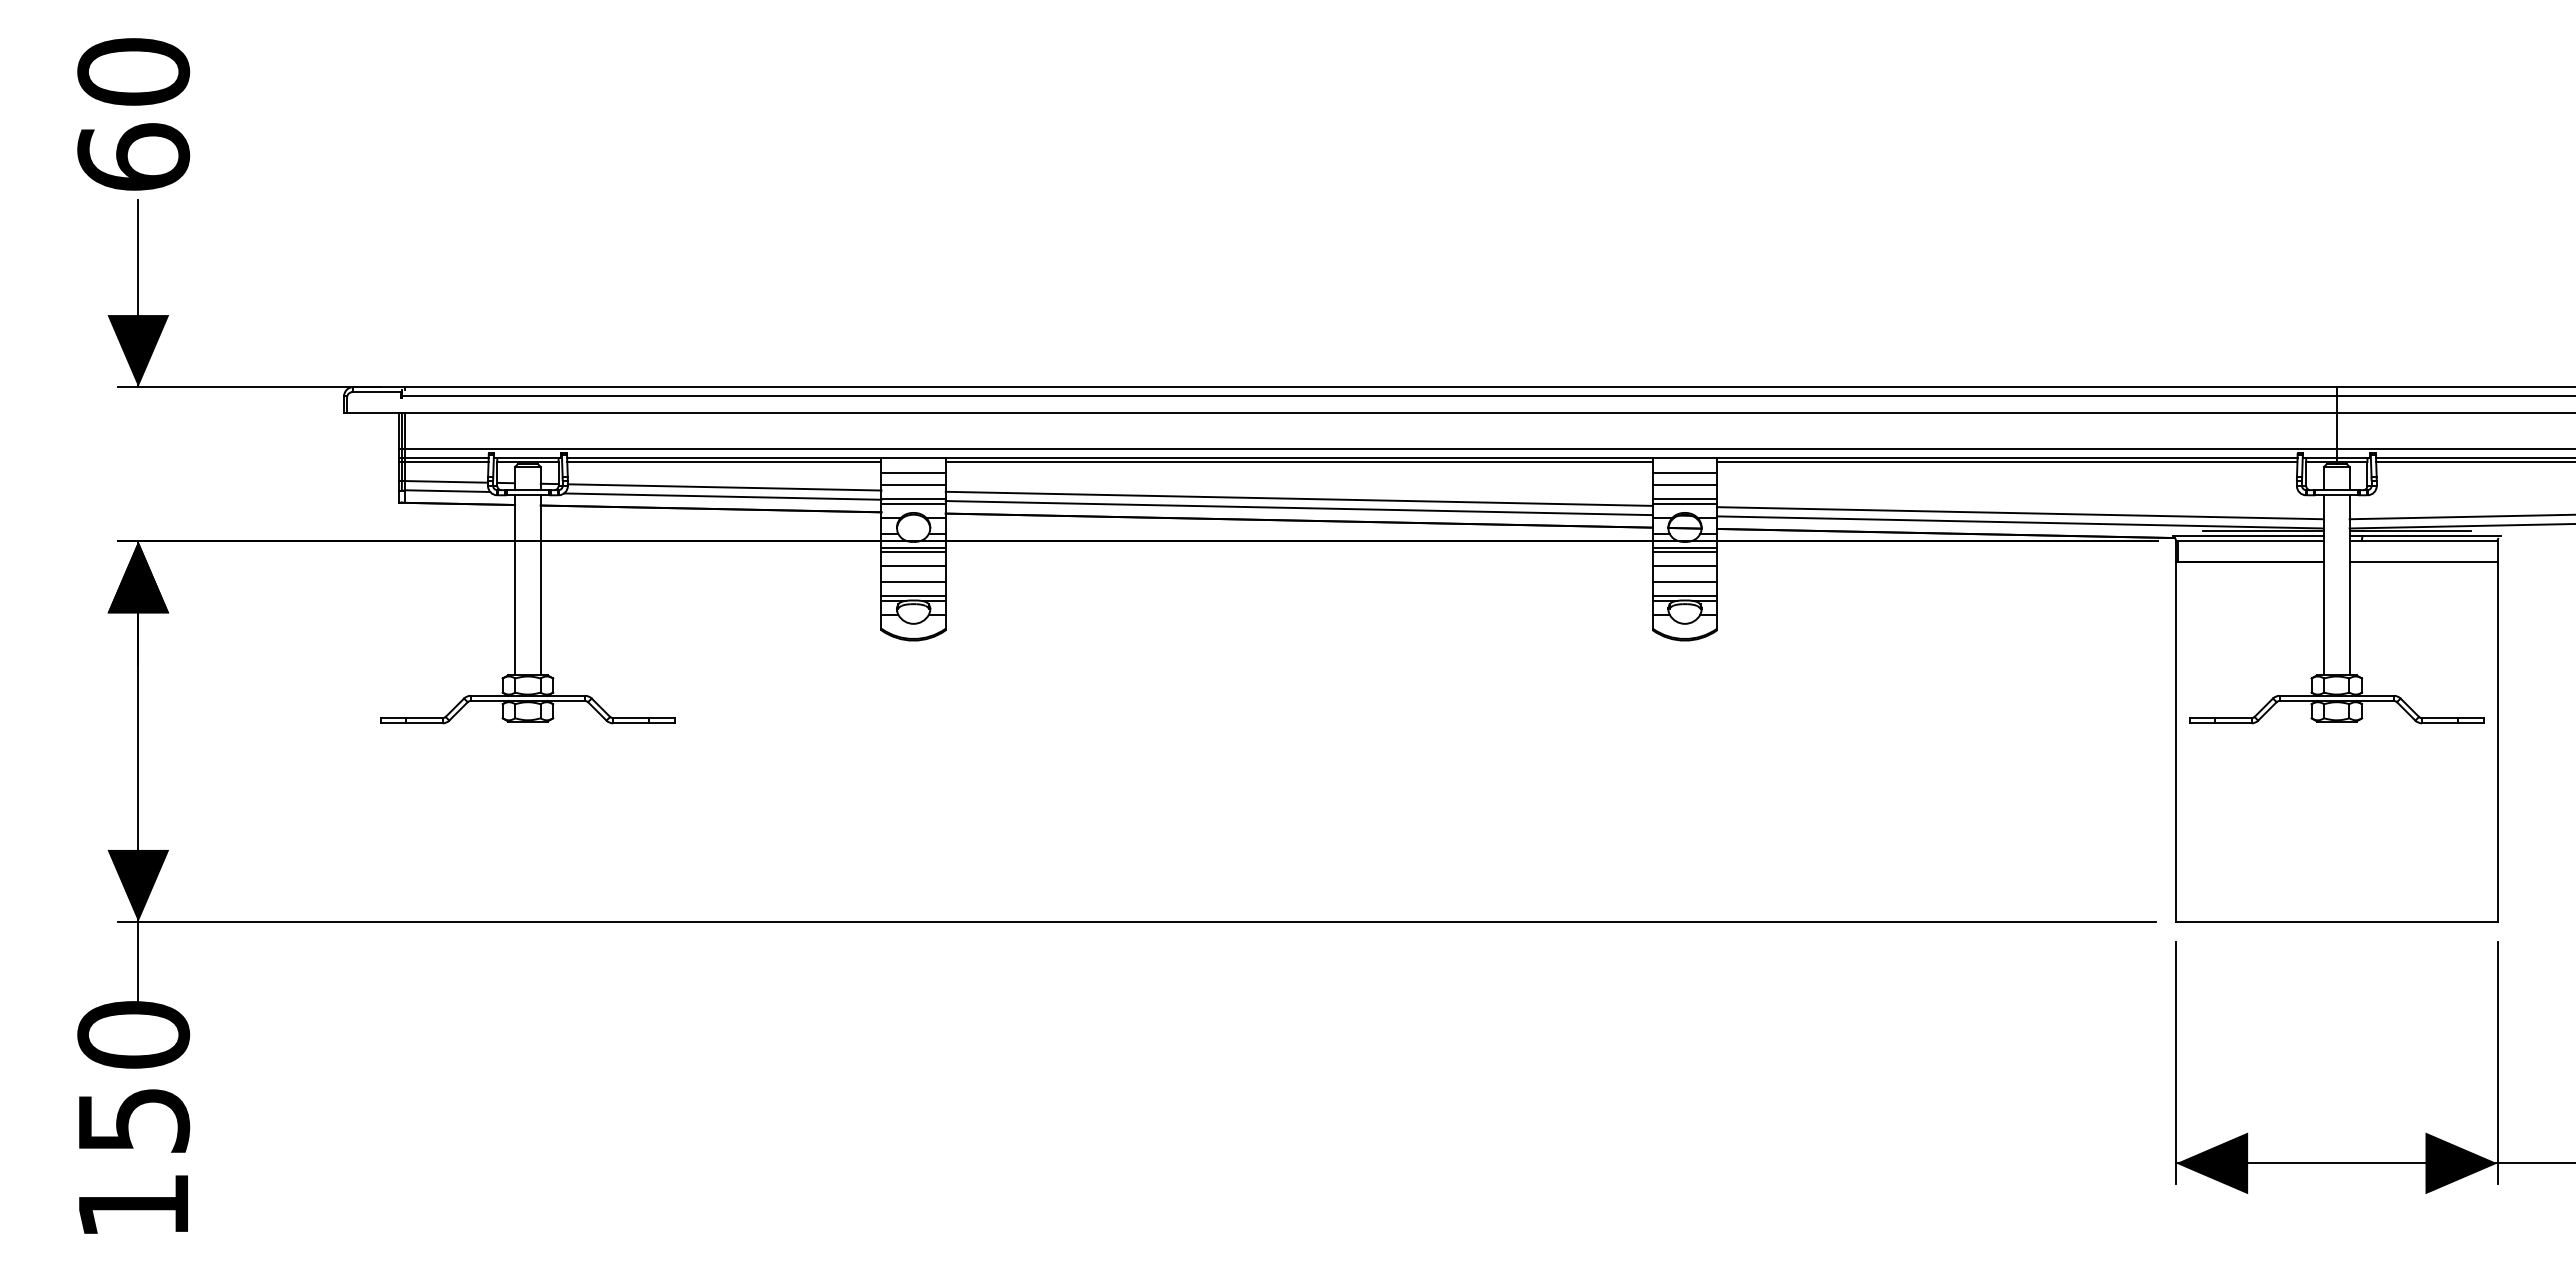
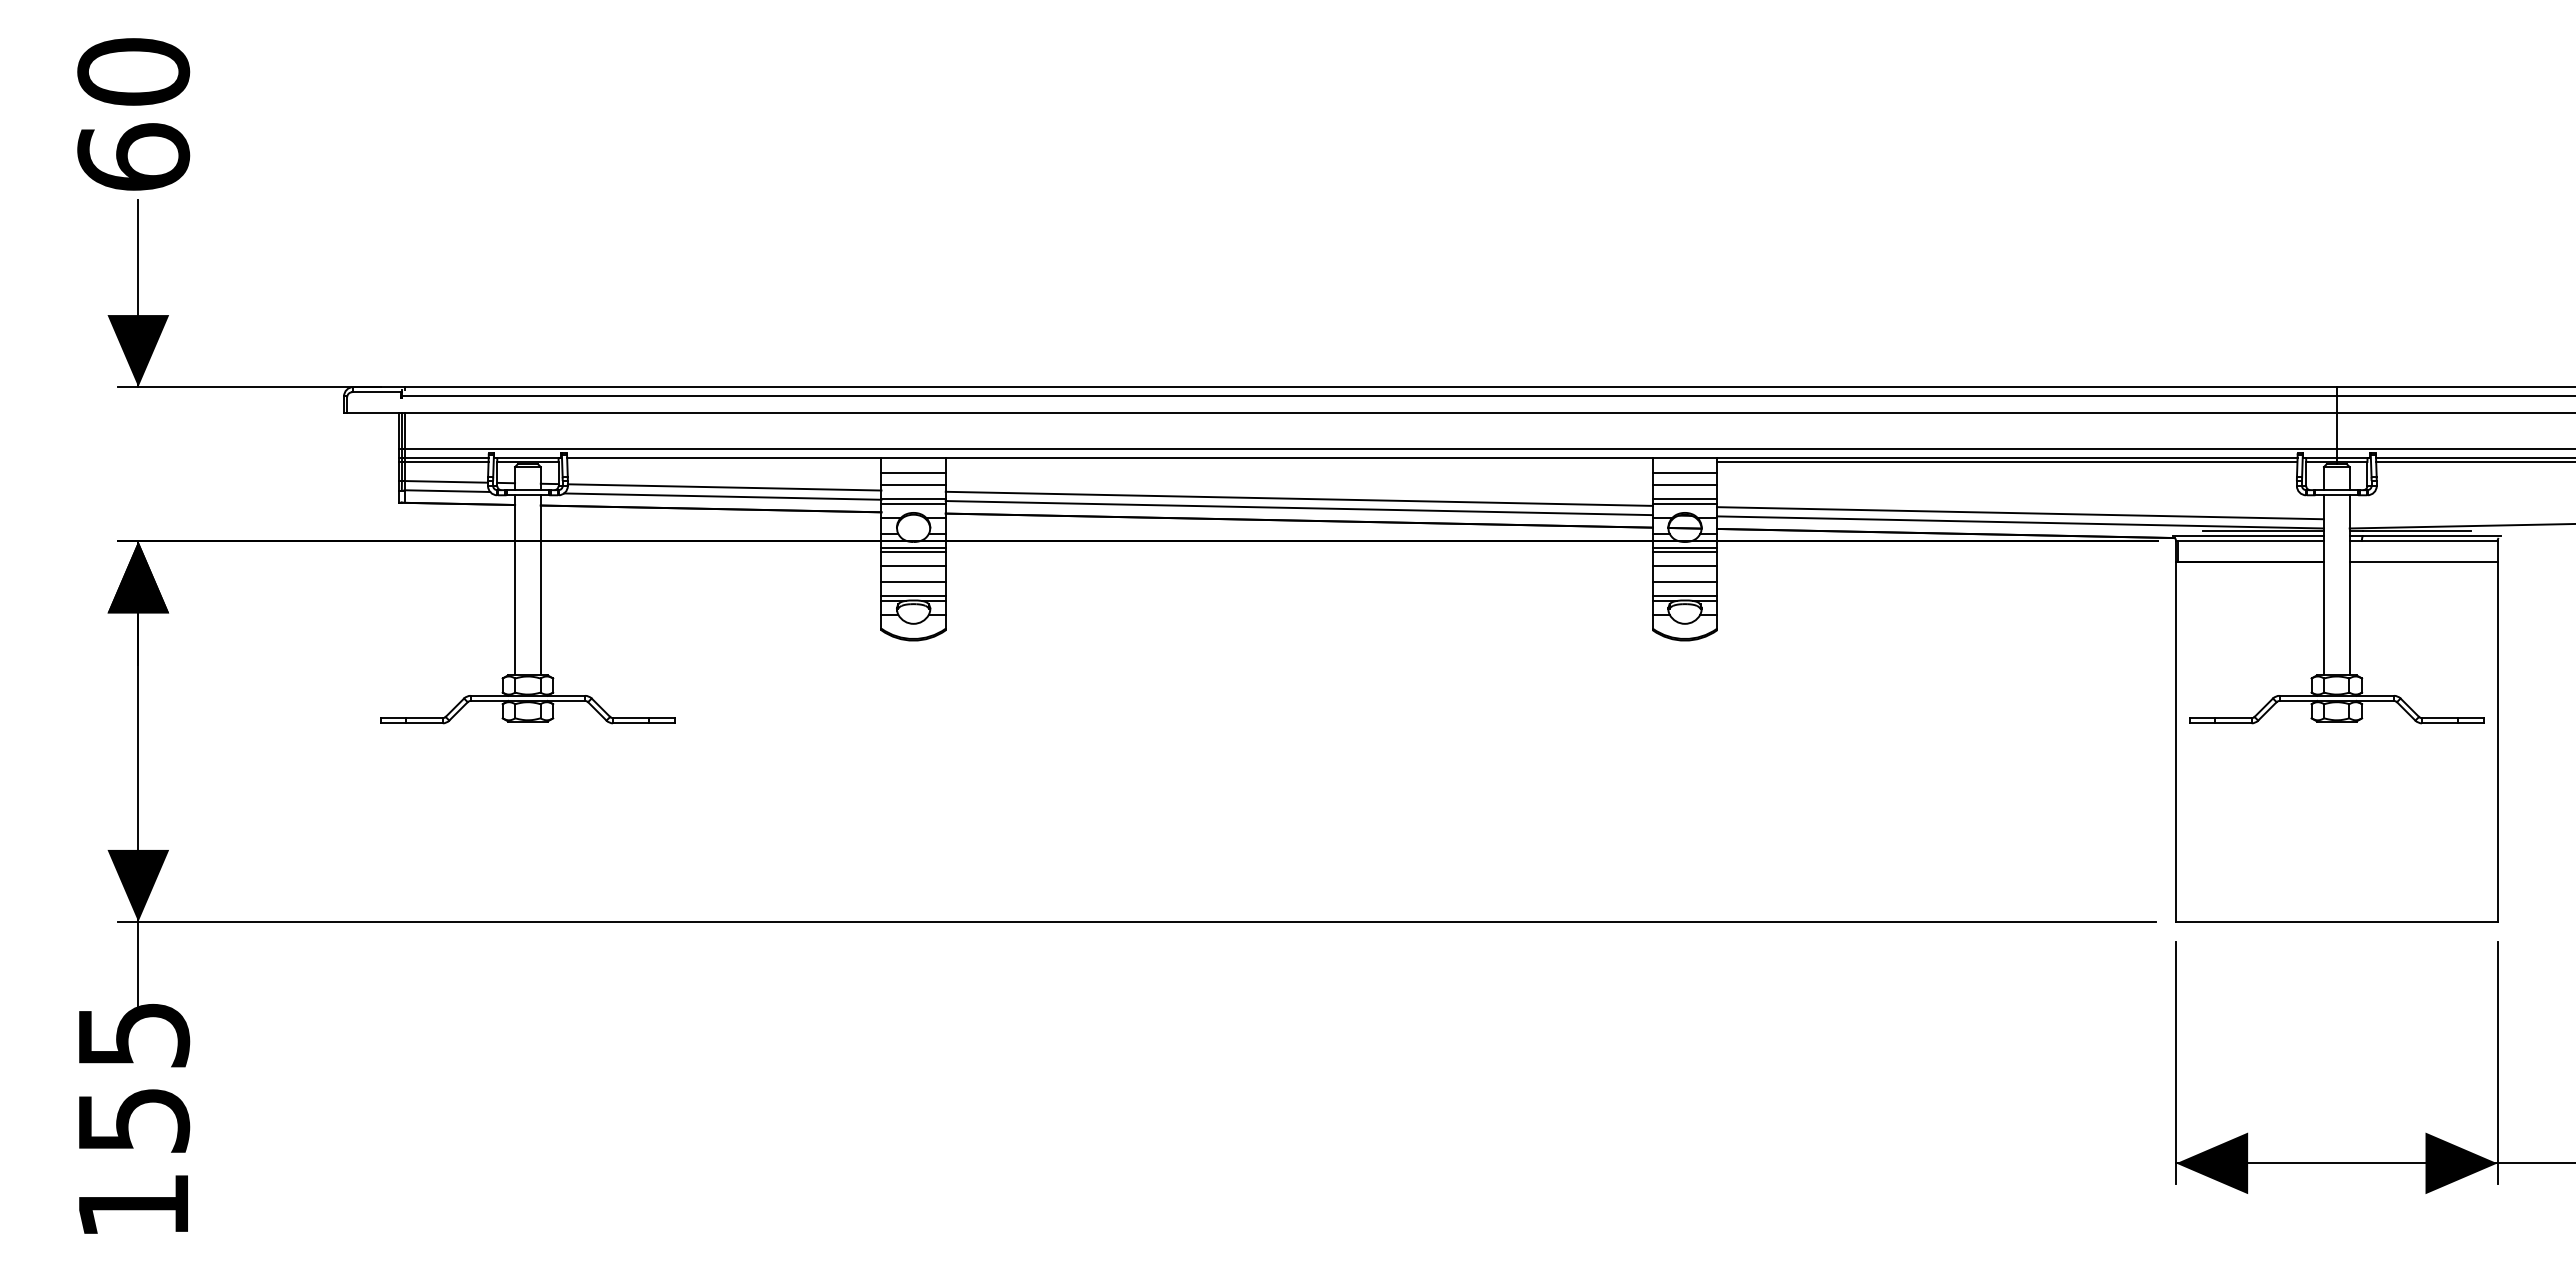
line at (724, 461): present -> none
line at (1298, 461): present -> none
line at (2460, 516): present -> none
text at (133, 1034): 150 -> 155
